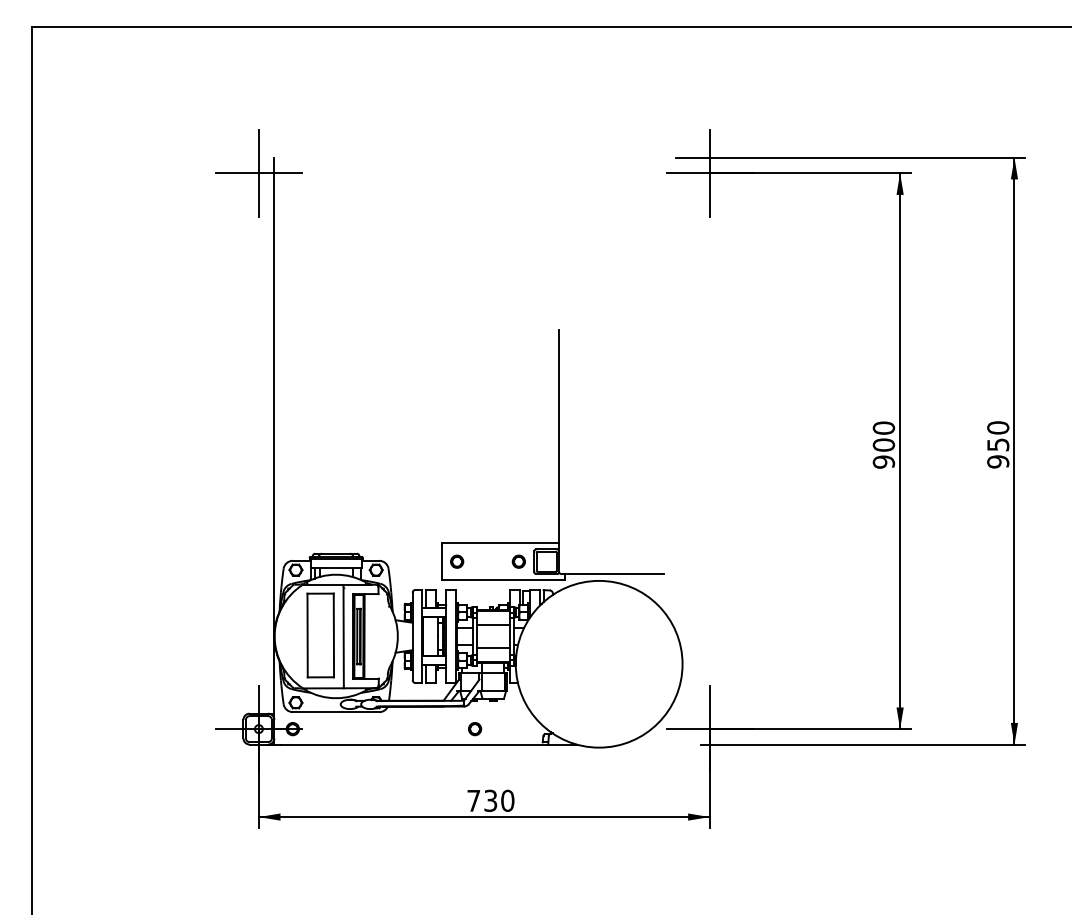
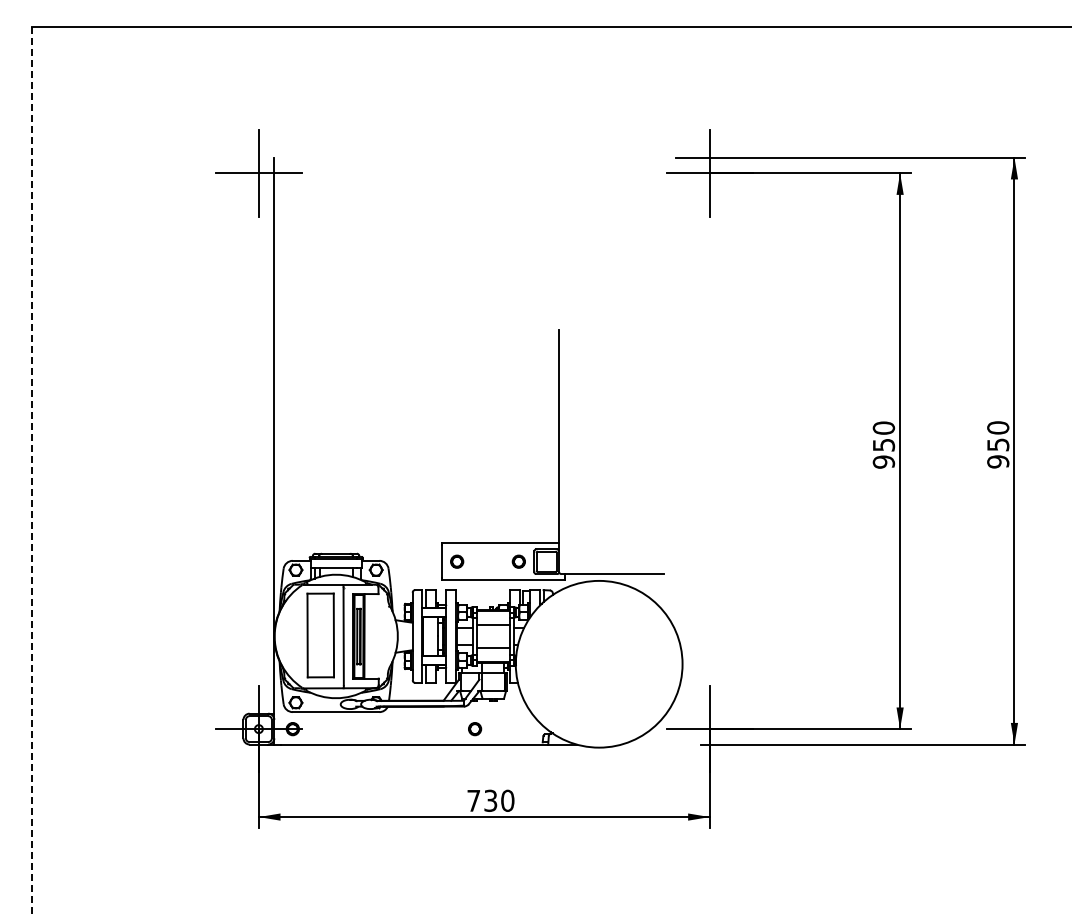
text at (883, 444): 900 -> 950
line at (32, 471): solid -> dashed
